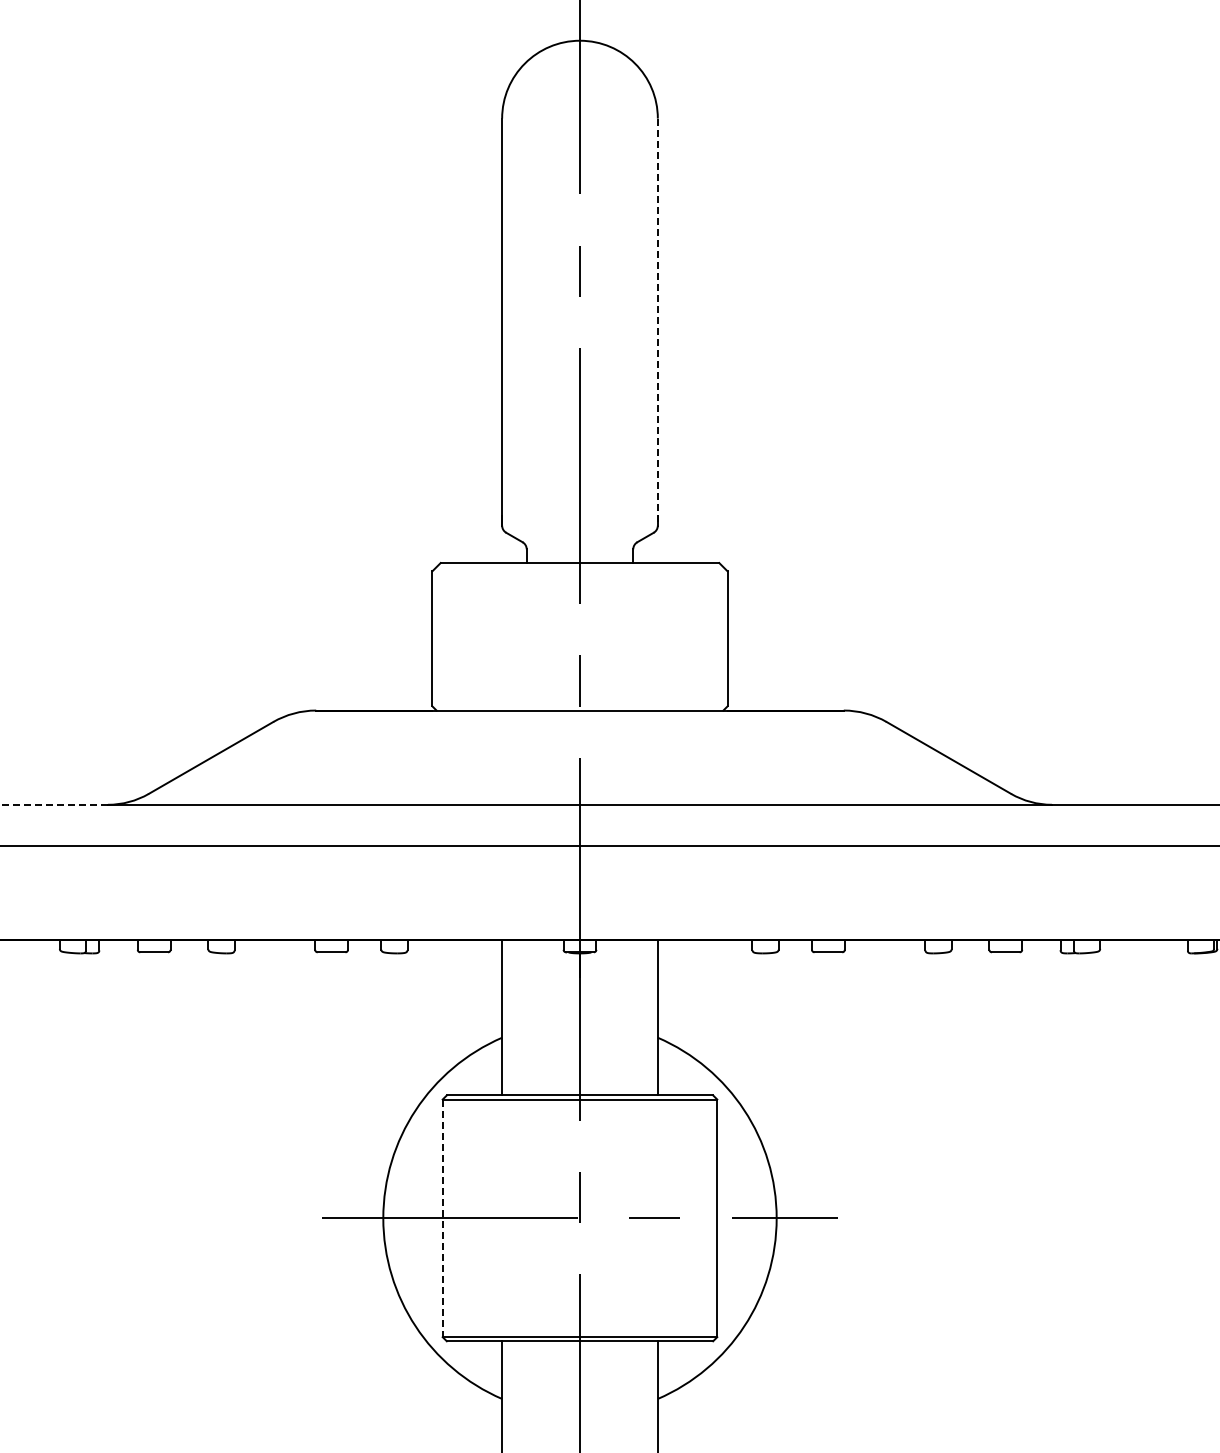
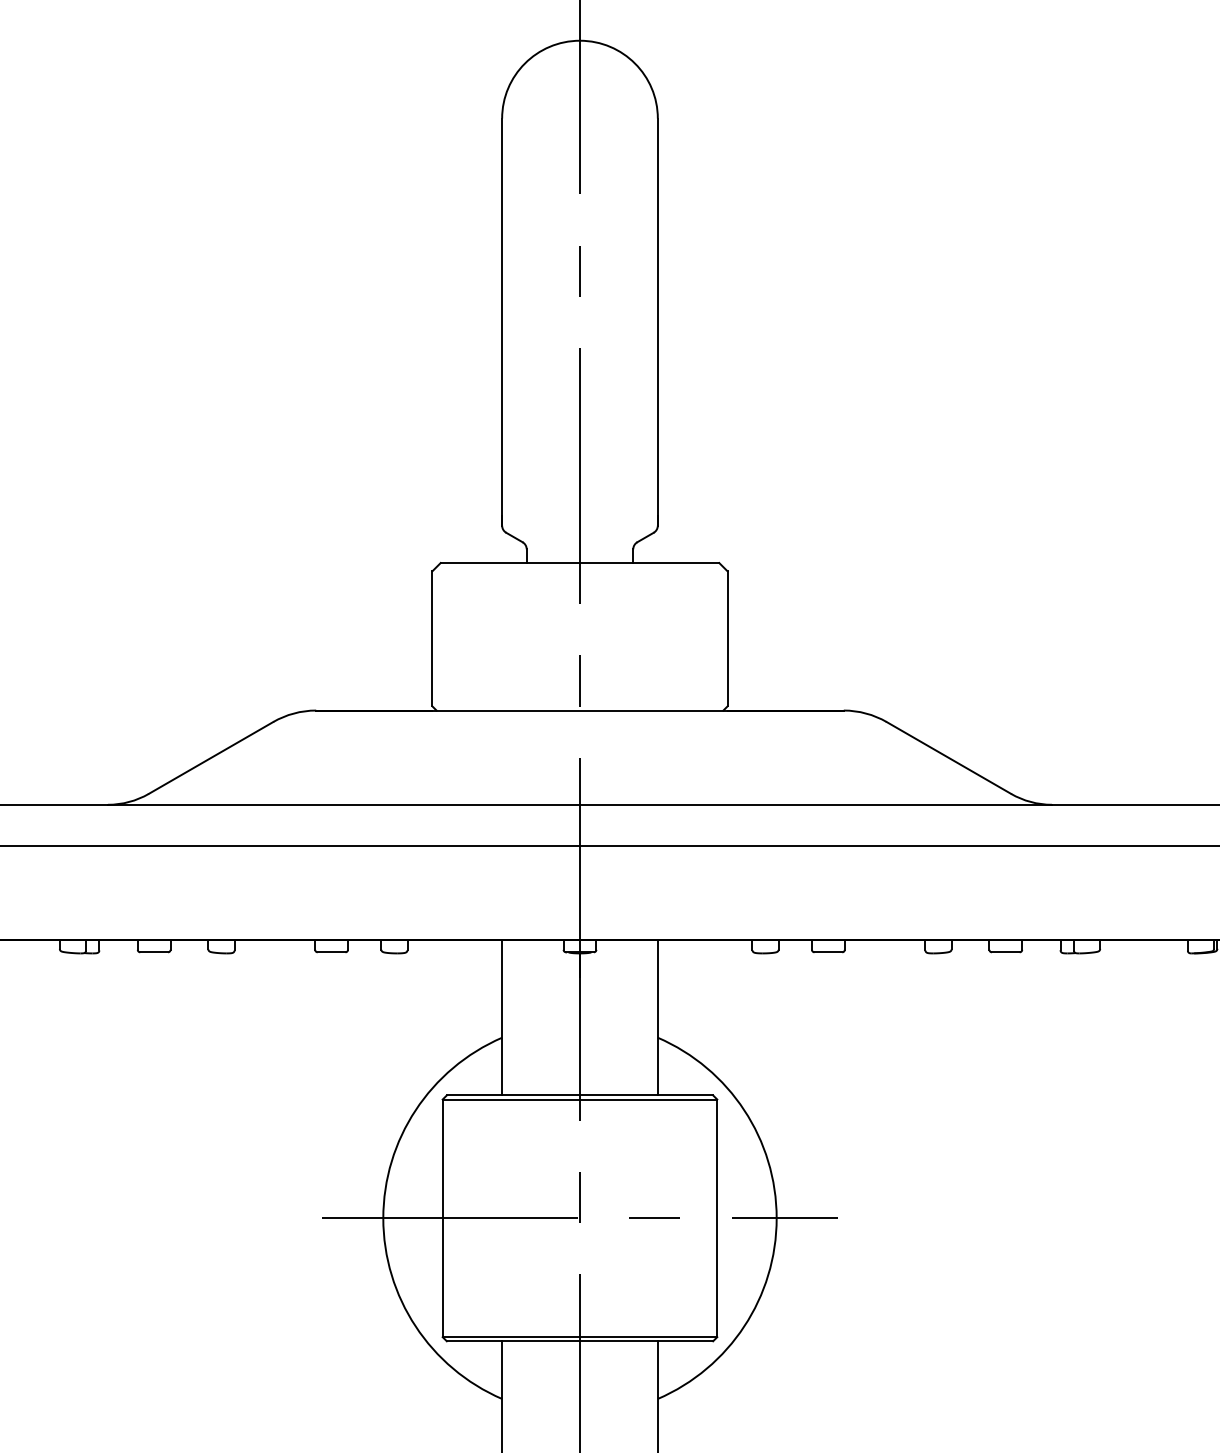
line at (657, 322): dashed -> solid
line at (54, 804): dashed -> solid
line at (442, 1218): dashed -> solid
